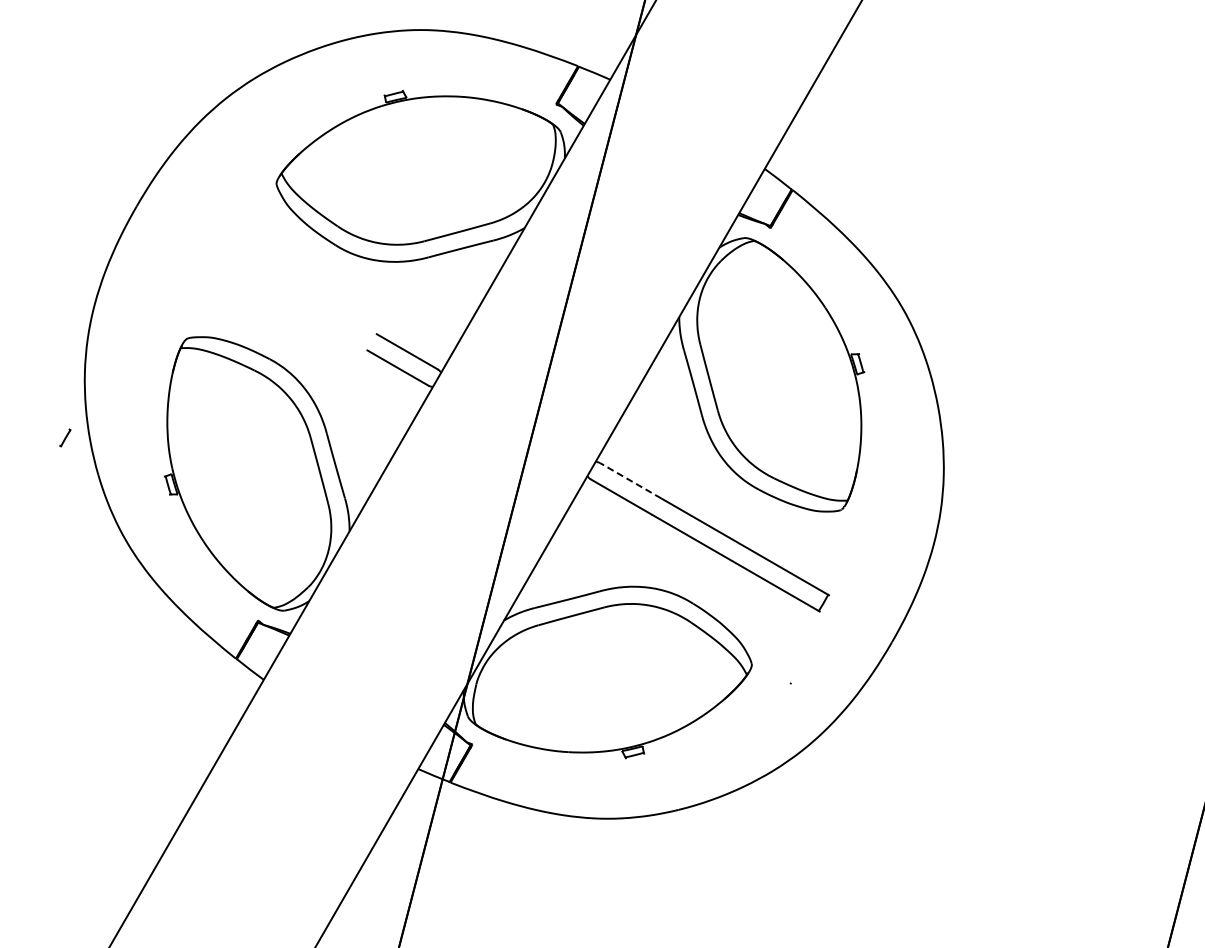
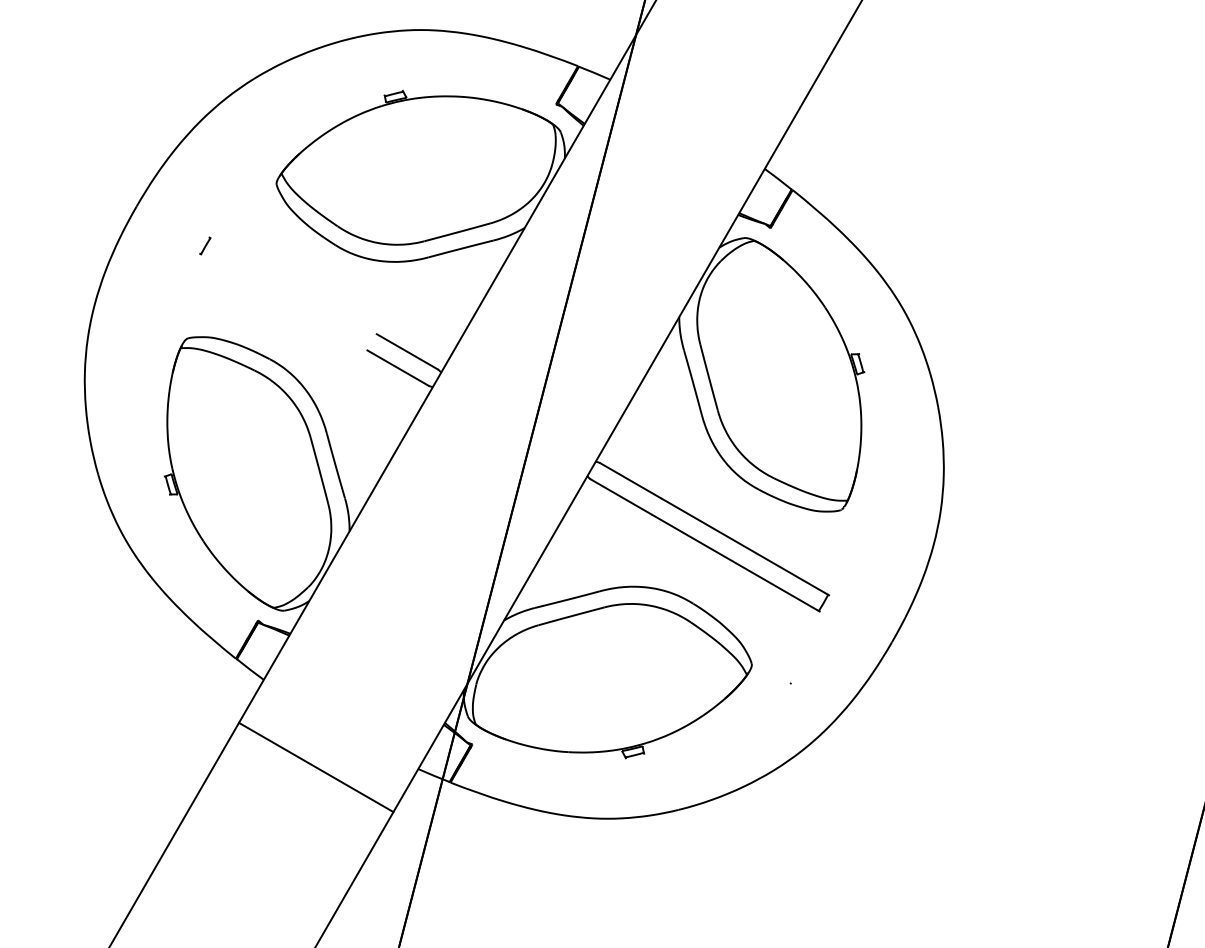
line at (65, 437) position: (65, 437) -> (205, 245)
line at (630, 480): dashed -> solid
line at (316, 767): none -> present
